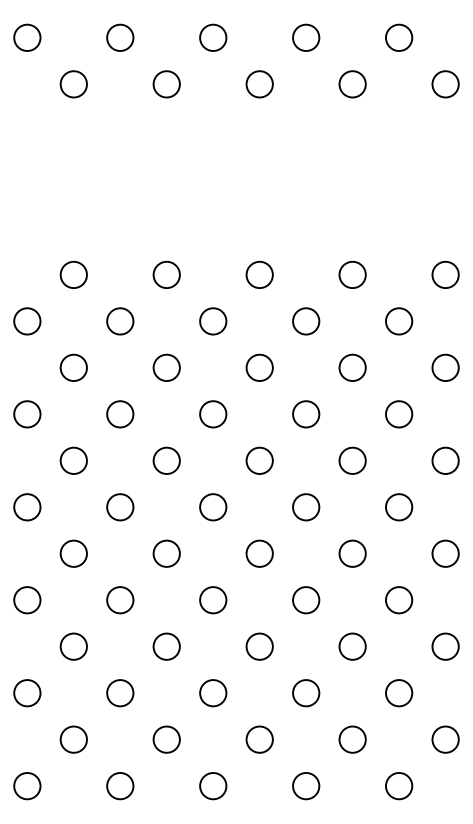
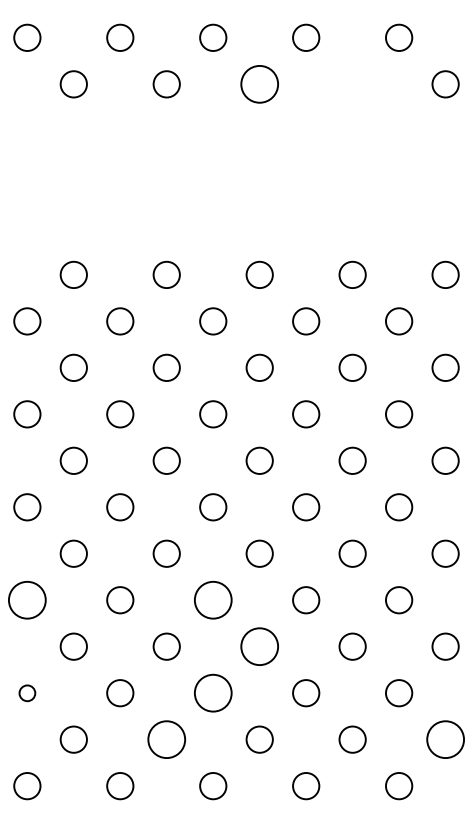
circle at (259, 84) diameter: 26 px -> 37 px
circle at (352, 84): present -> none
circle at (27, 600) diameter: 26 px -> 37 px
circle at (213, 600) diameter: 26 px -> 37 px
circle at (259, 646) diameter: 26 px -> 37 px
circle at (27, 693) size: 29x29 px -> 19x19 px
circle at (213, 693) diameter: 26 px -> 37 px
circle at (166, 739) diameter: 26 px -> 37 px
circle at (445, 739) diameter: 26 px -> 37 px
